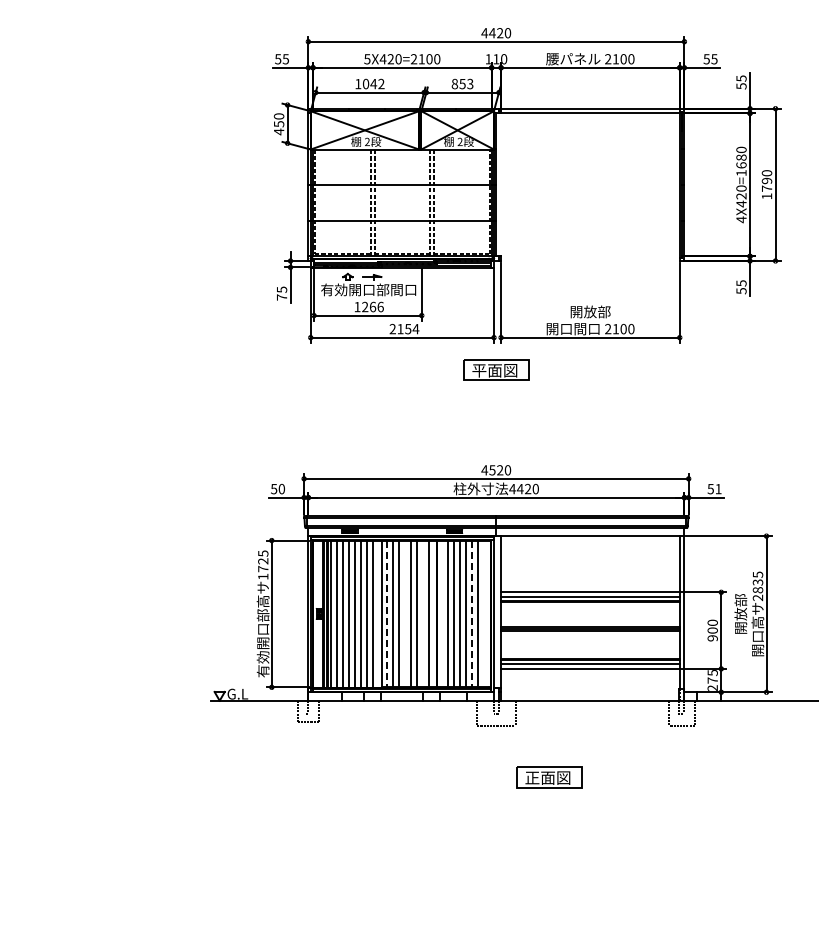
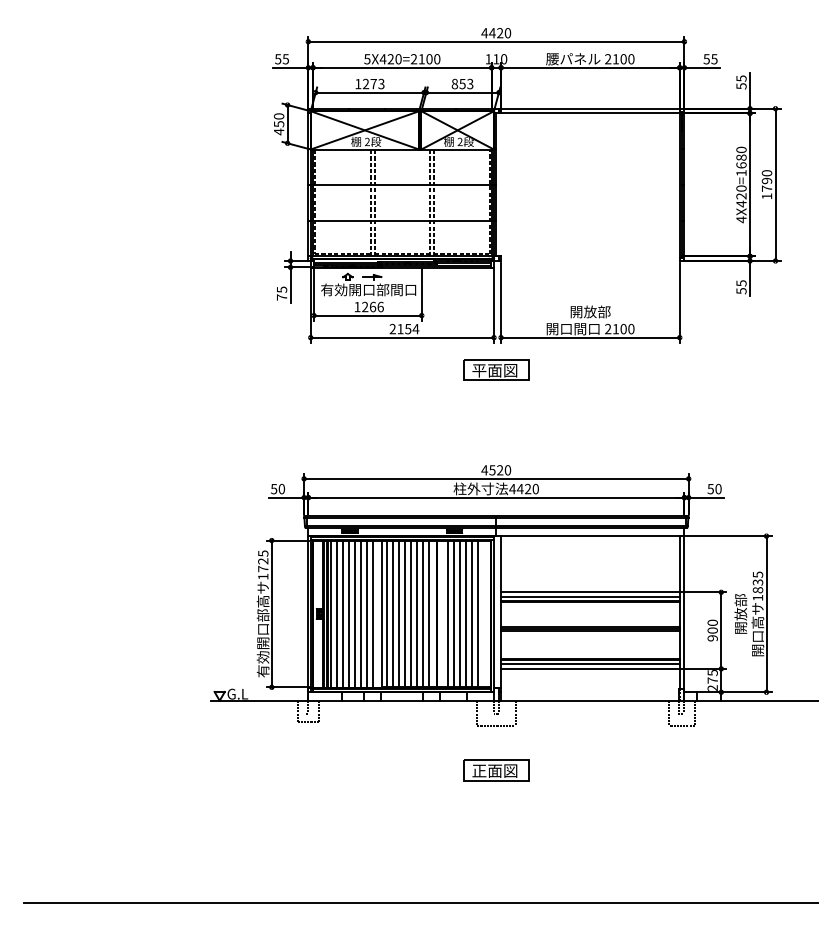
text at (373, 84): 1042 -> 1273
text at (718, 488): 51 -> 50
text at (757, 597): 2835 -> 1835
line at (404, 613): none -> present
line at (422, 613): none -> present
line at (386, 614): dashed -> solid
line at (471, 614): dashed -> solid
part at (549, 777) position: (549, 777) -> (496, 770)
line at (419, 903): none -> present
